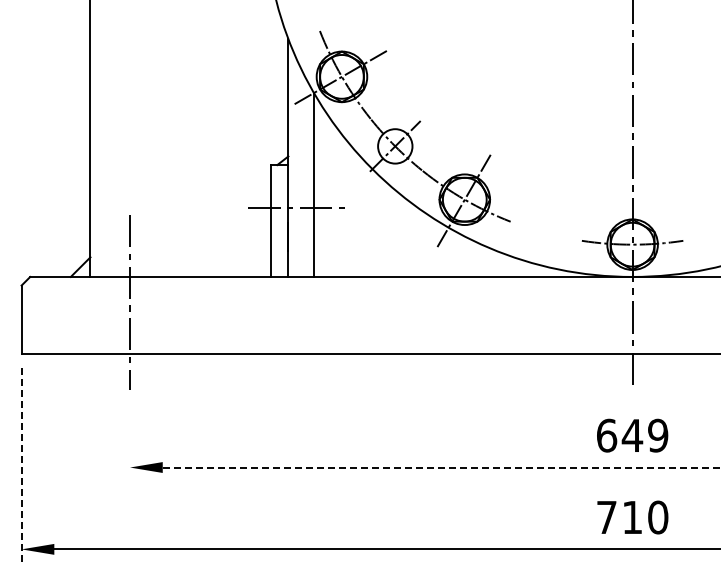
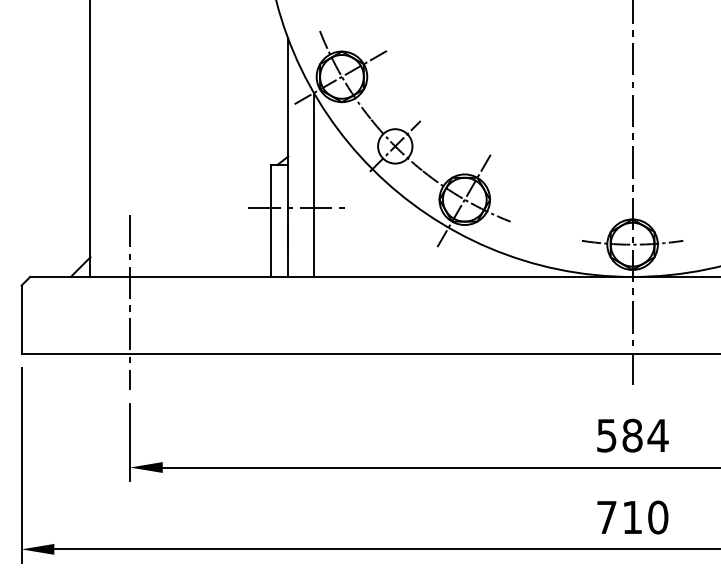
text at (632, 435): 649 -> 584
line at (130, 442): none -> present
line at (21, 466): dashed -> solid
line at (441, 467): dashed -> solid
